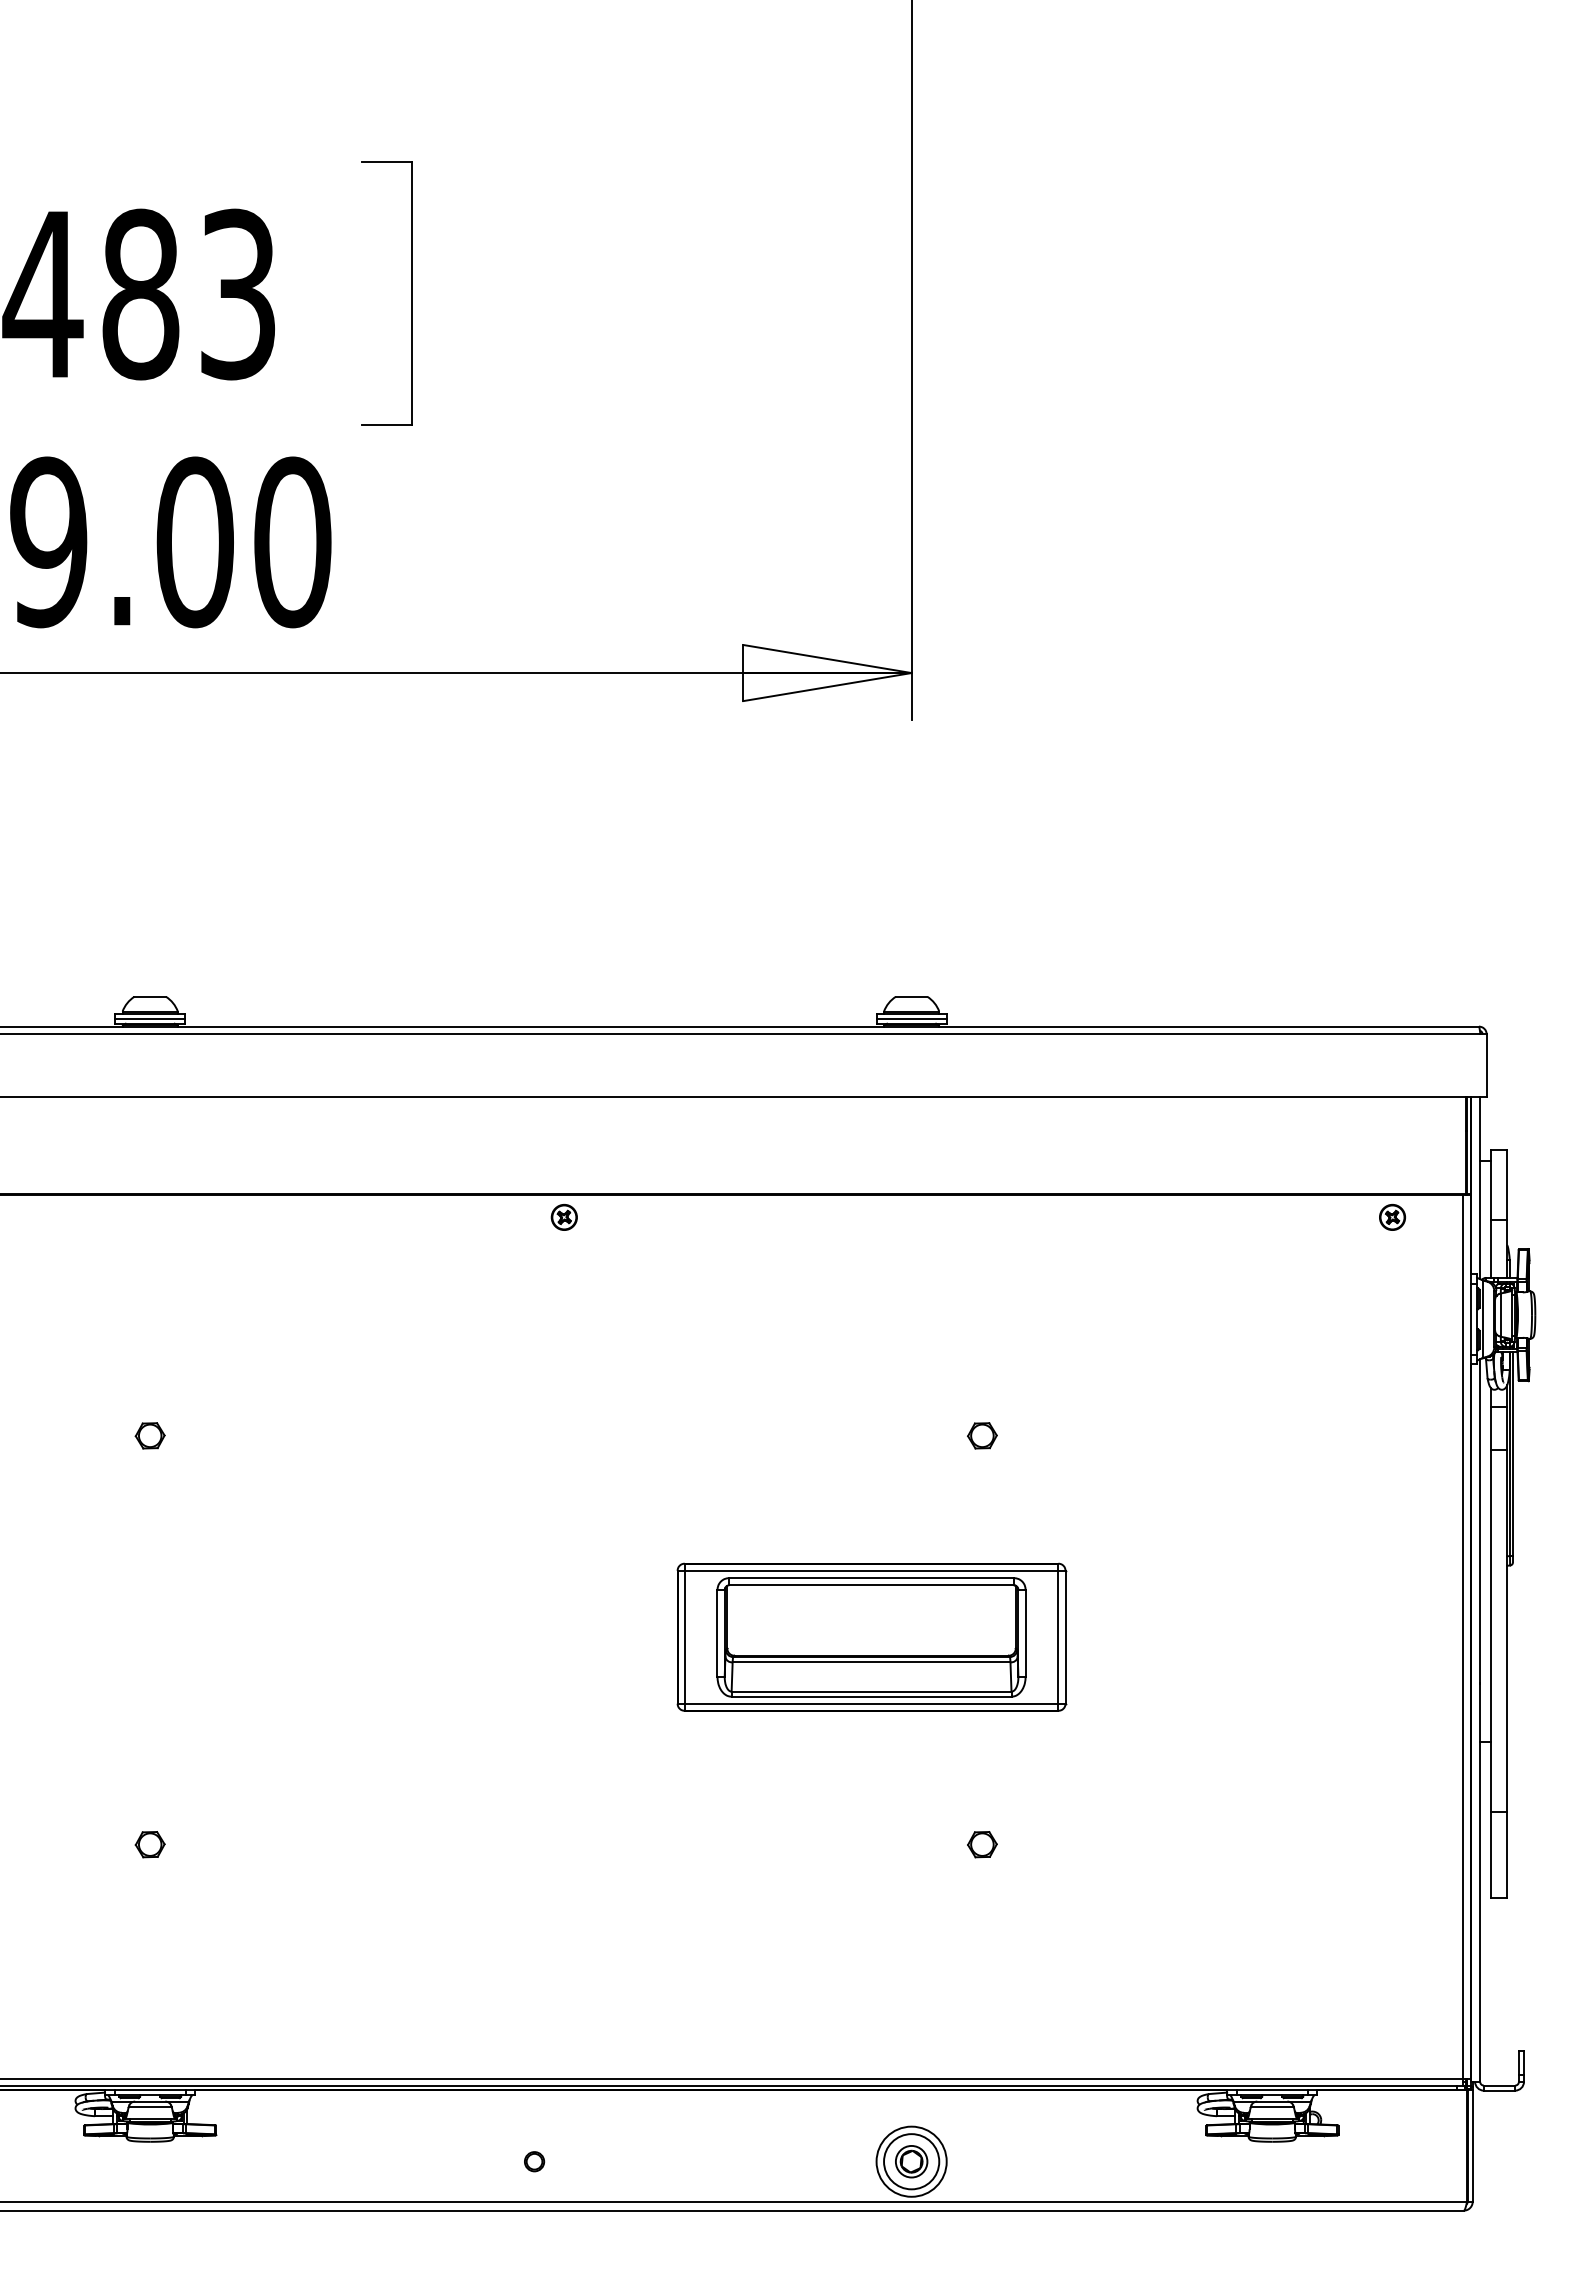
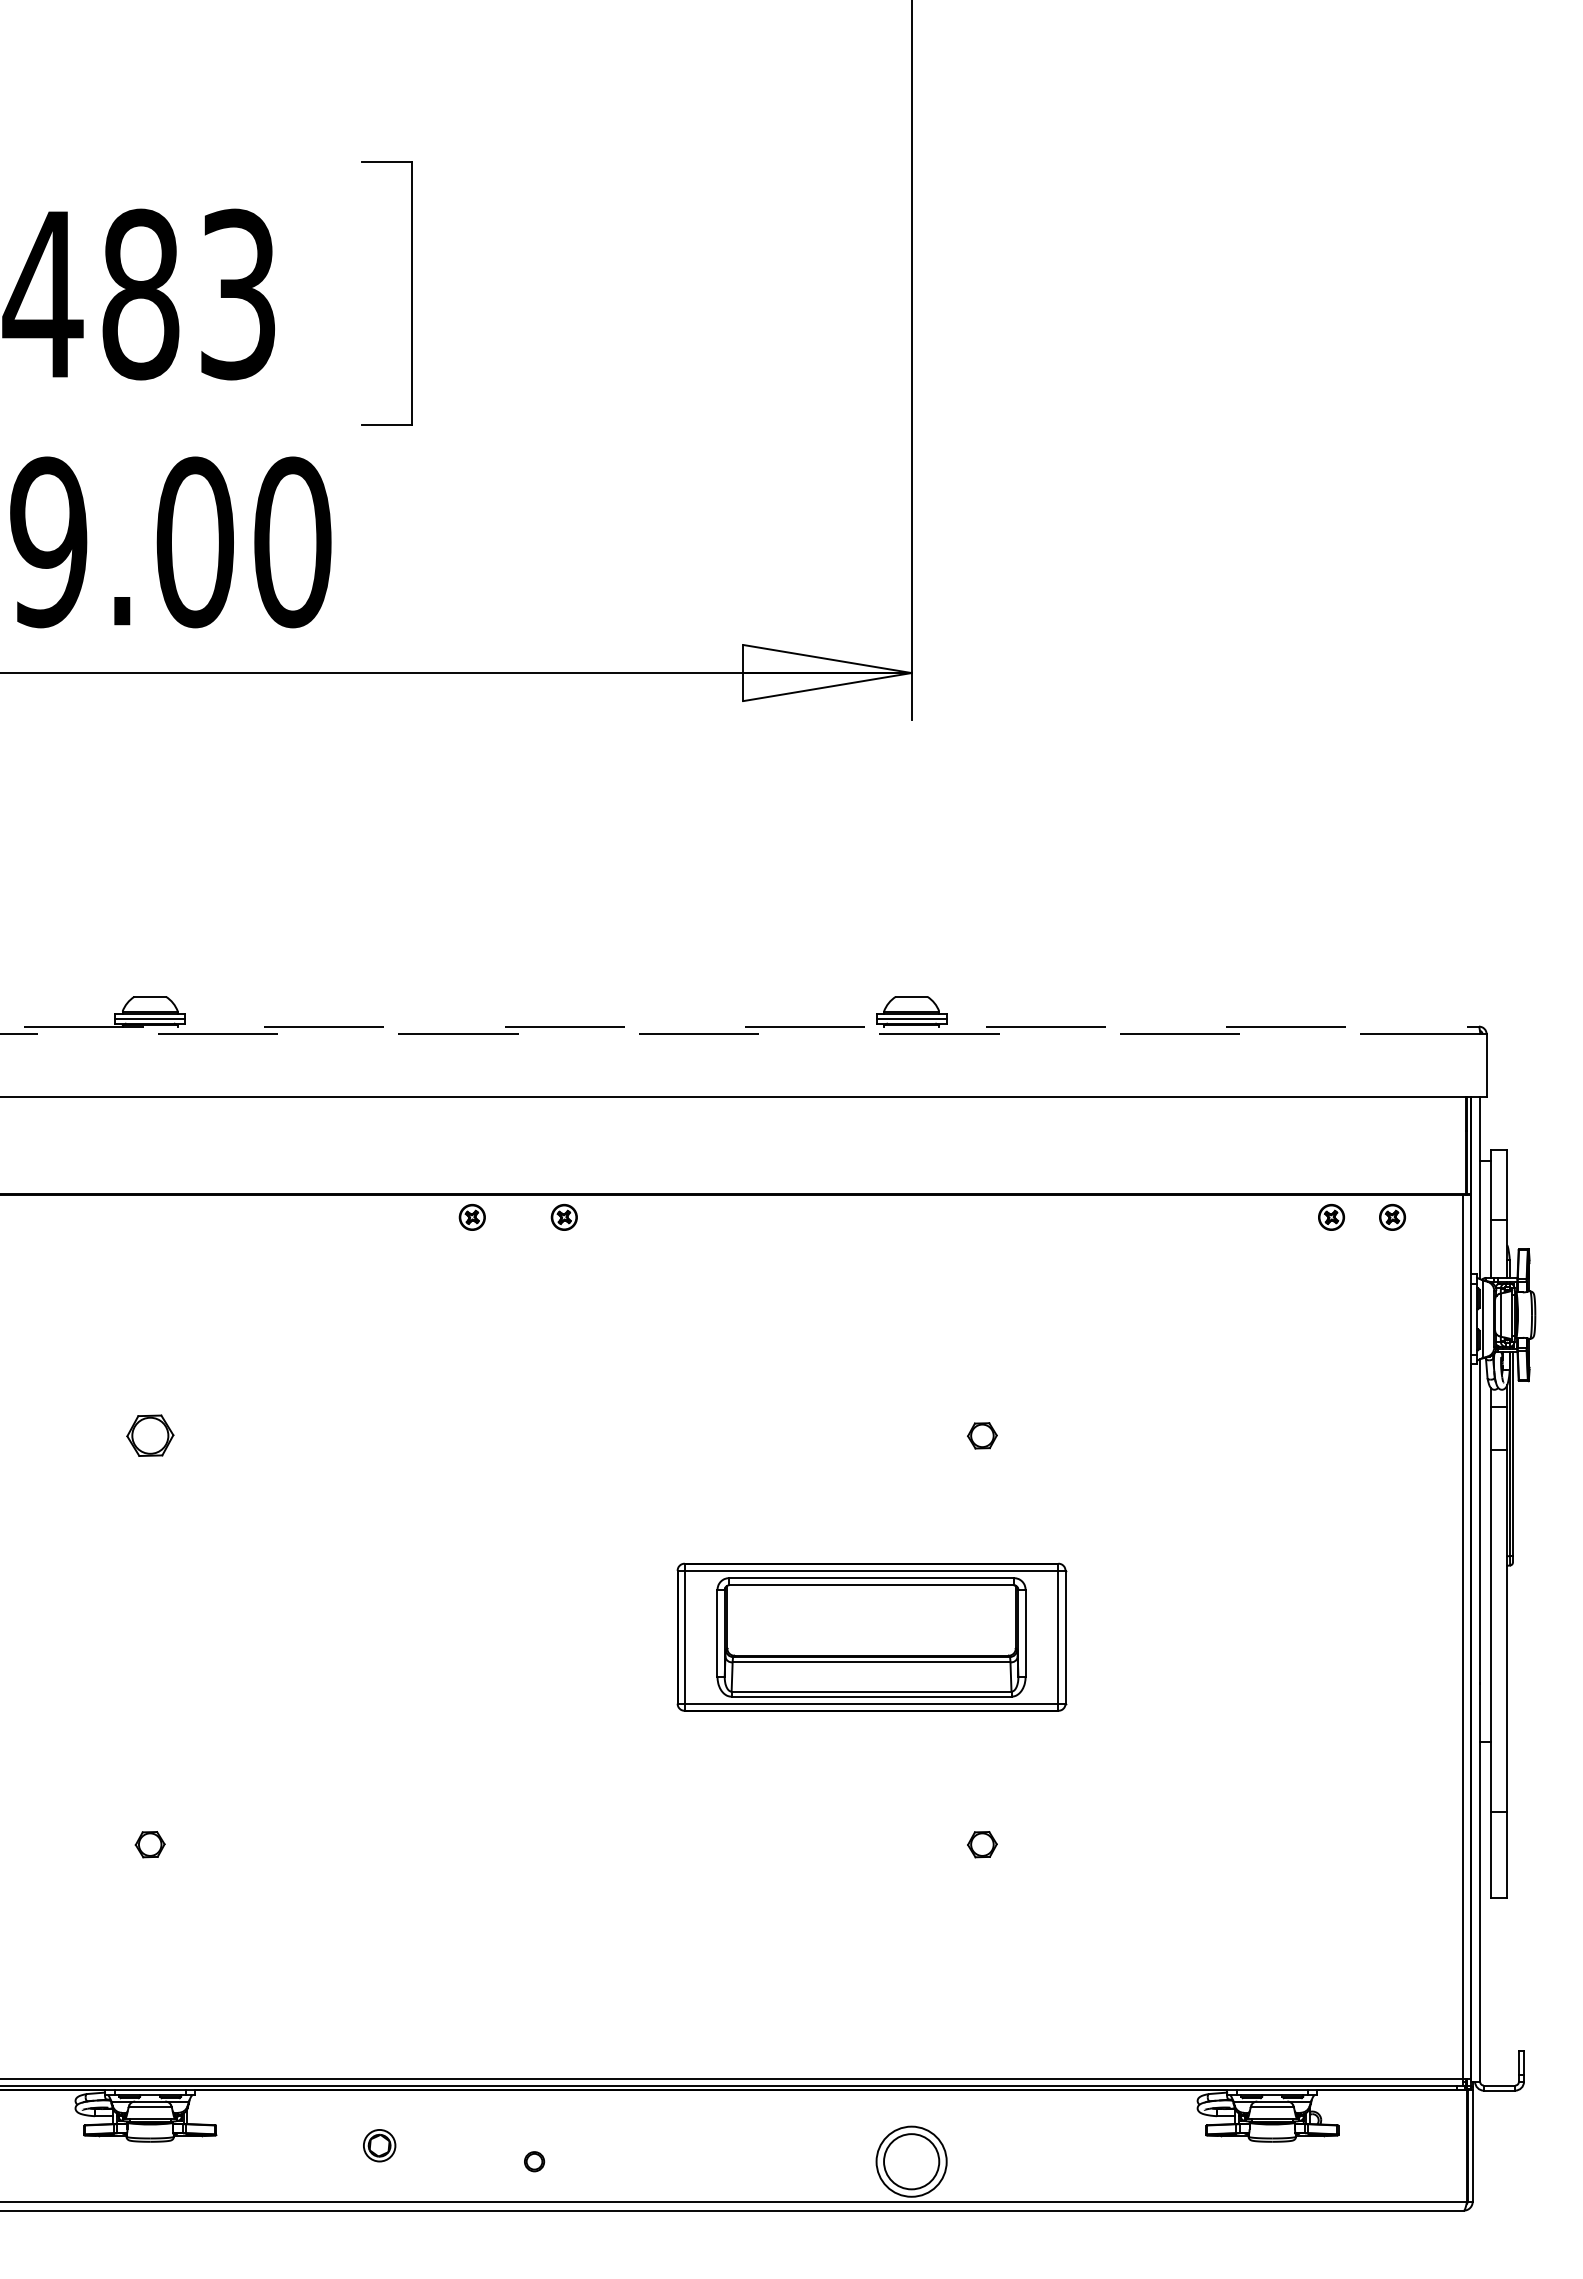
line at (740, 1026): solid -> dashed
line at (740, 1034): solid -> dashed
part at (1331, 1216): none -> present
part at (471, 1217): none -> present
part at (149, 1435) size: 32x28 px -> 49x43 px
part at (911, 2161) position: (911, 2161) -> (379, 2145)
